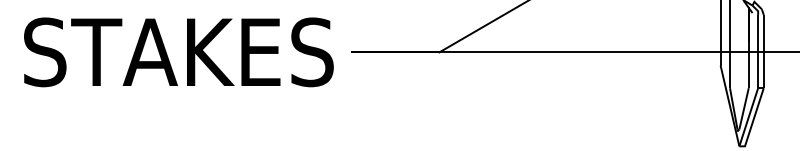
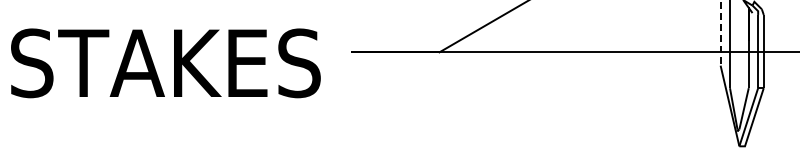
line at (720, 33): solid -> dashed
text at (178, 52) position: (178, 52) -> (165, 63)
